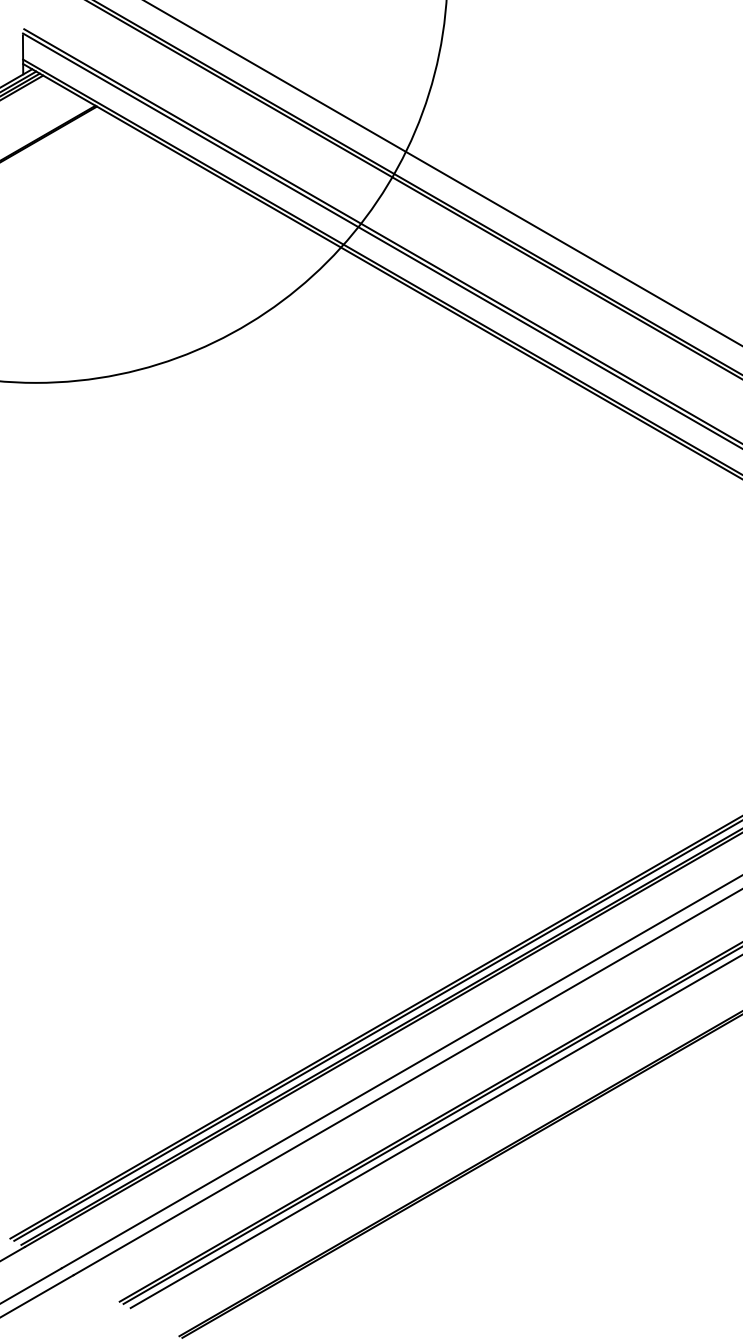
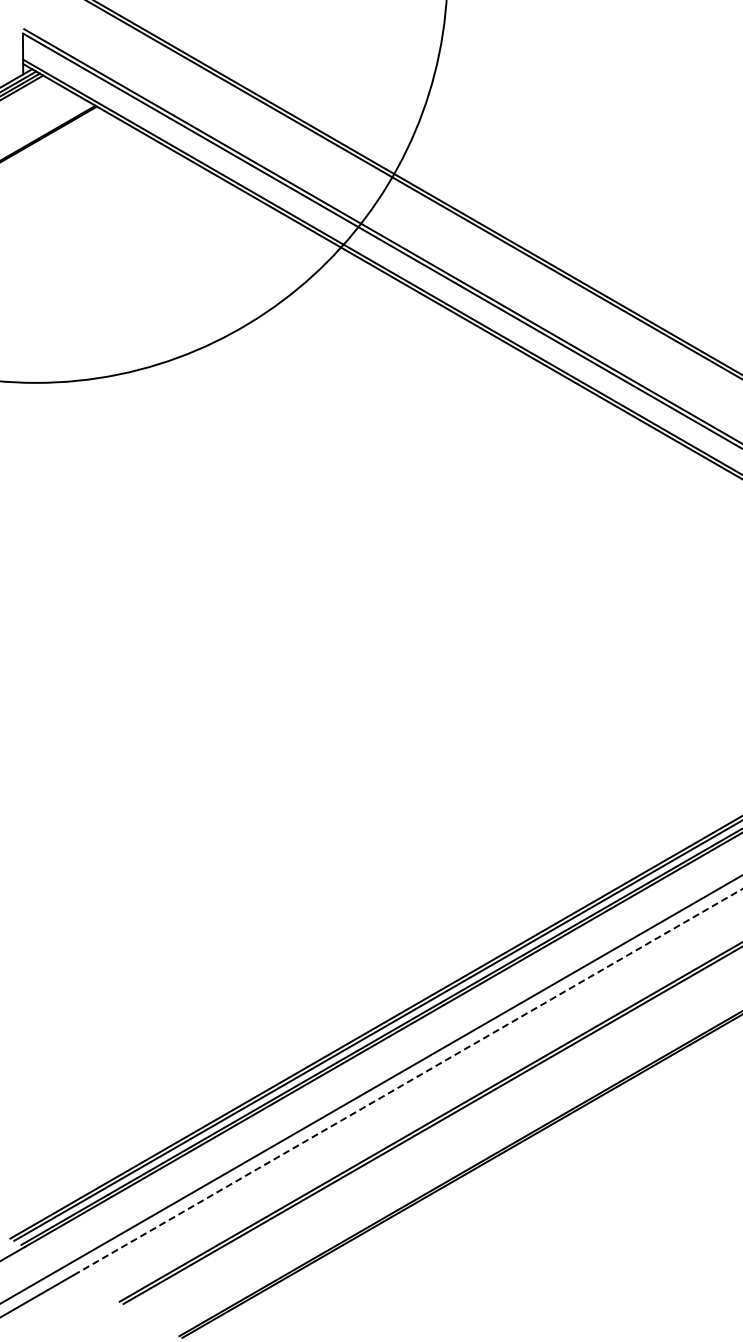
line at (442, 173): present -> none
line at (408, 1081): solid -> dashed
line at (434, 1132): present -> none
